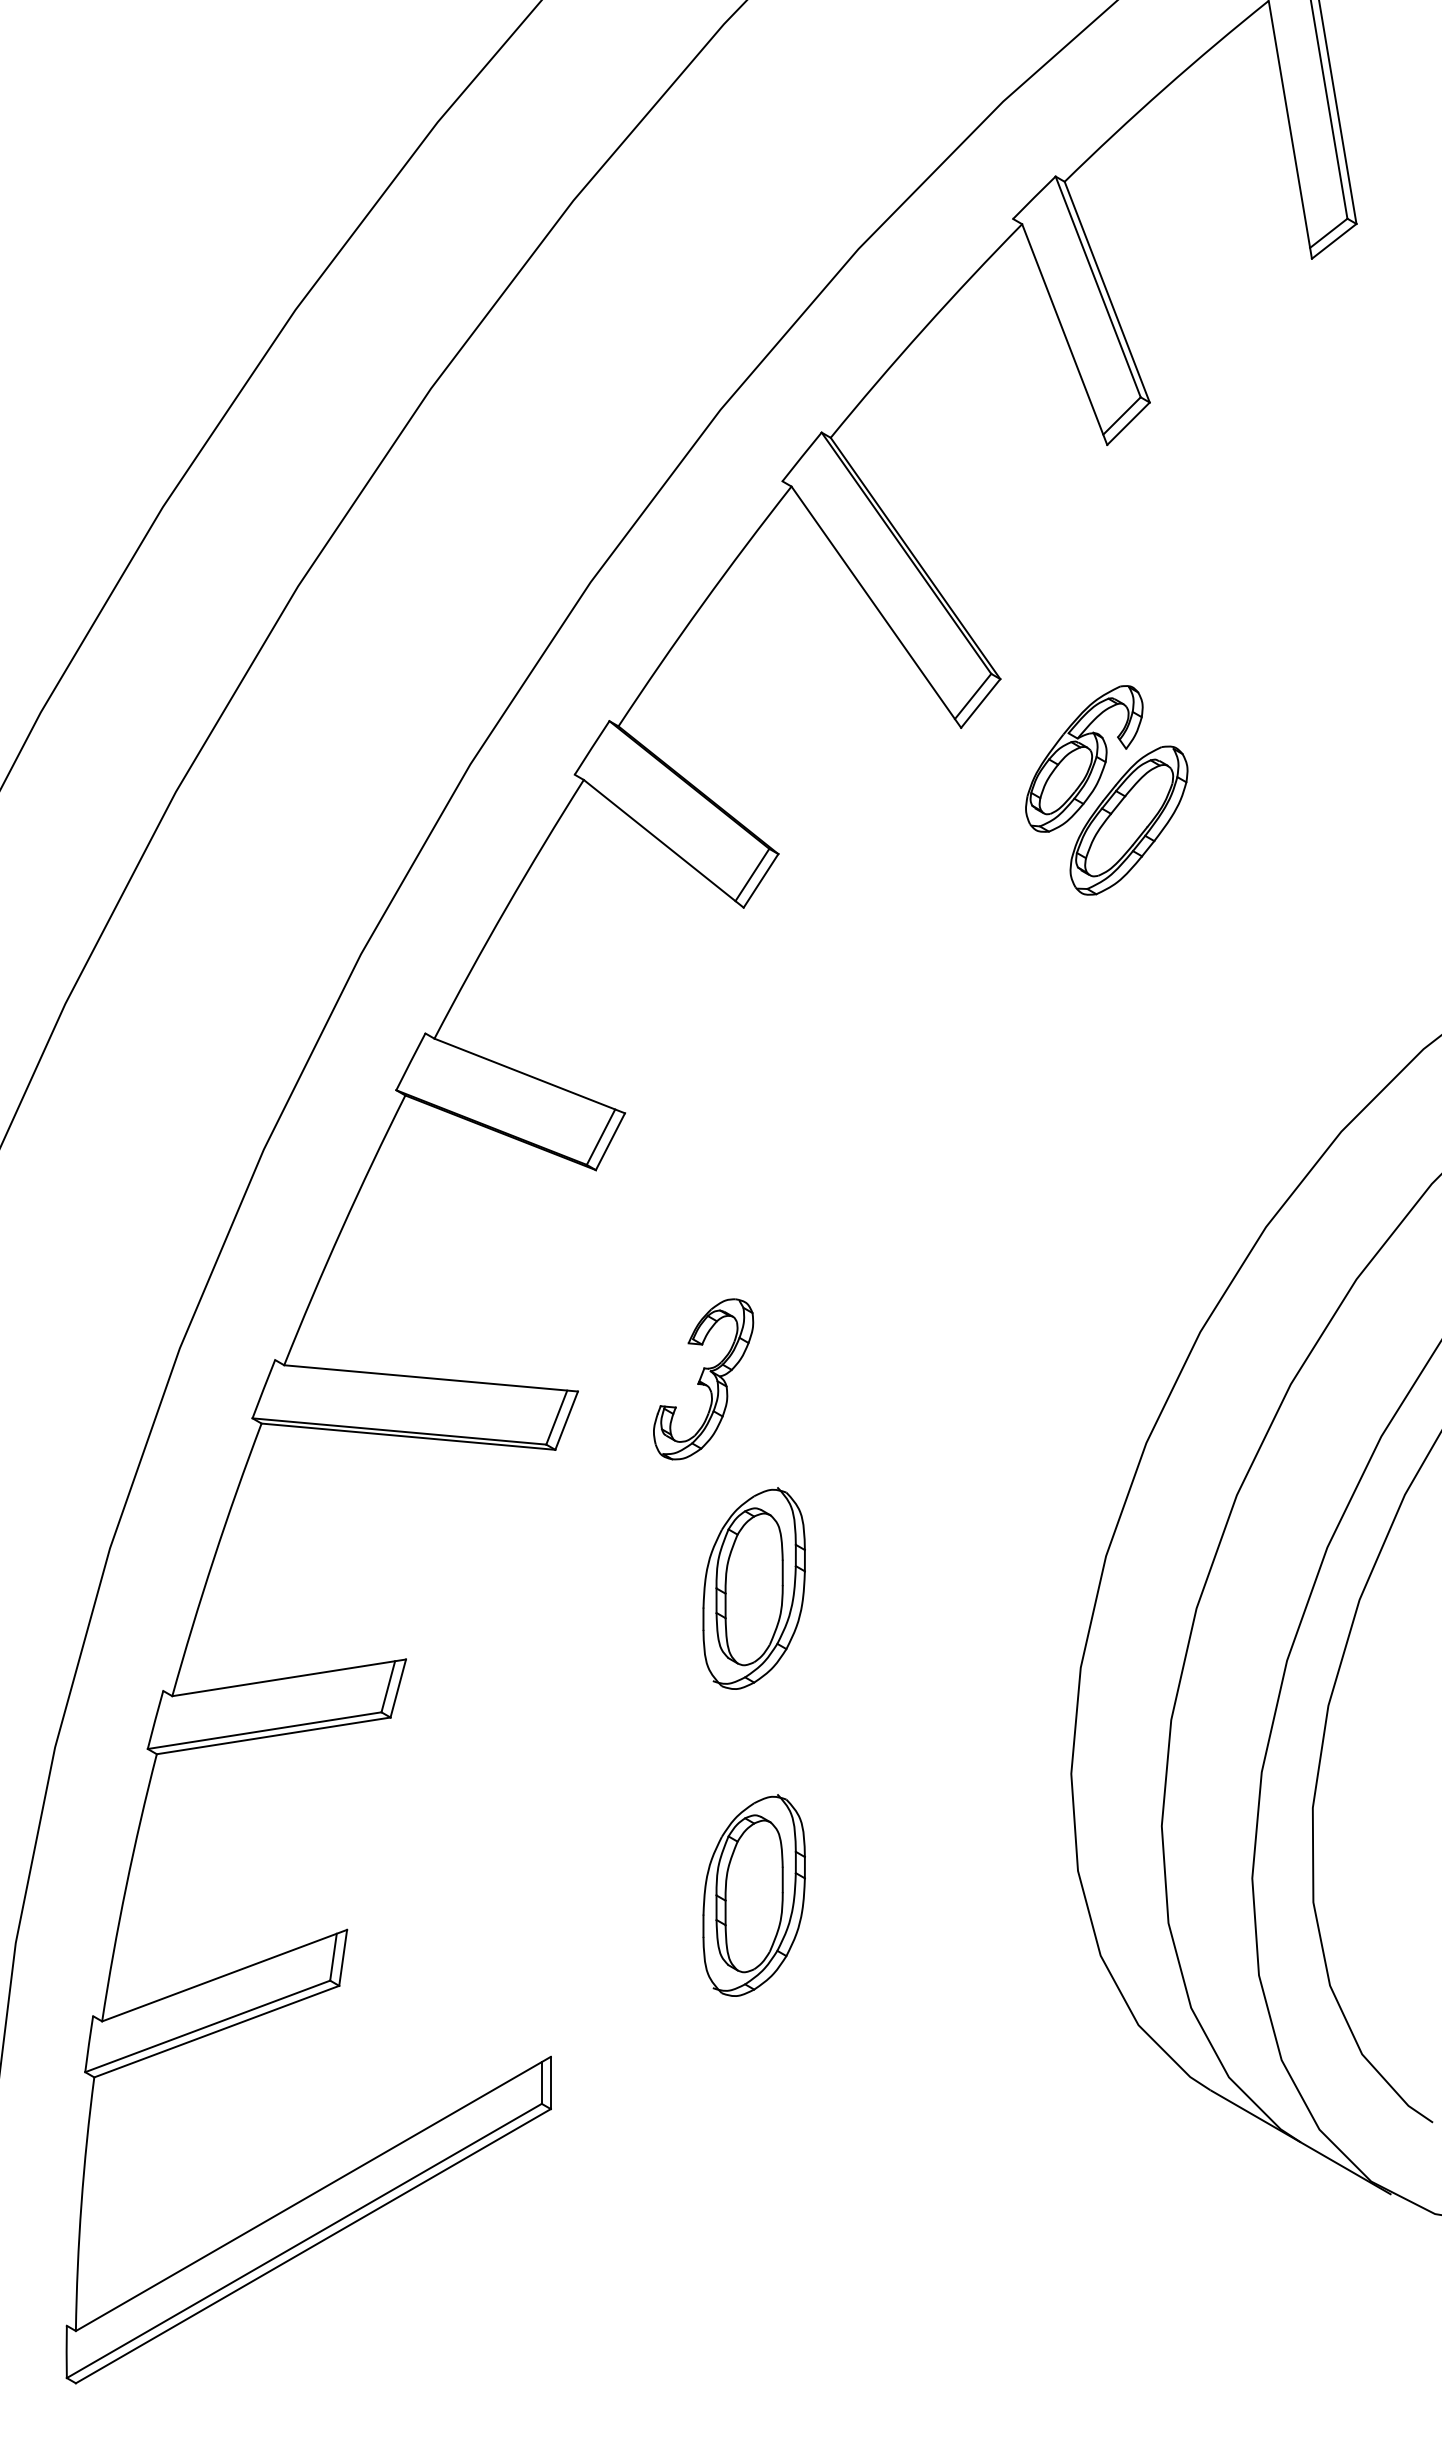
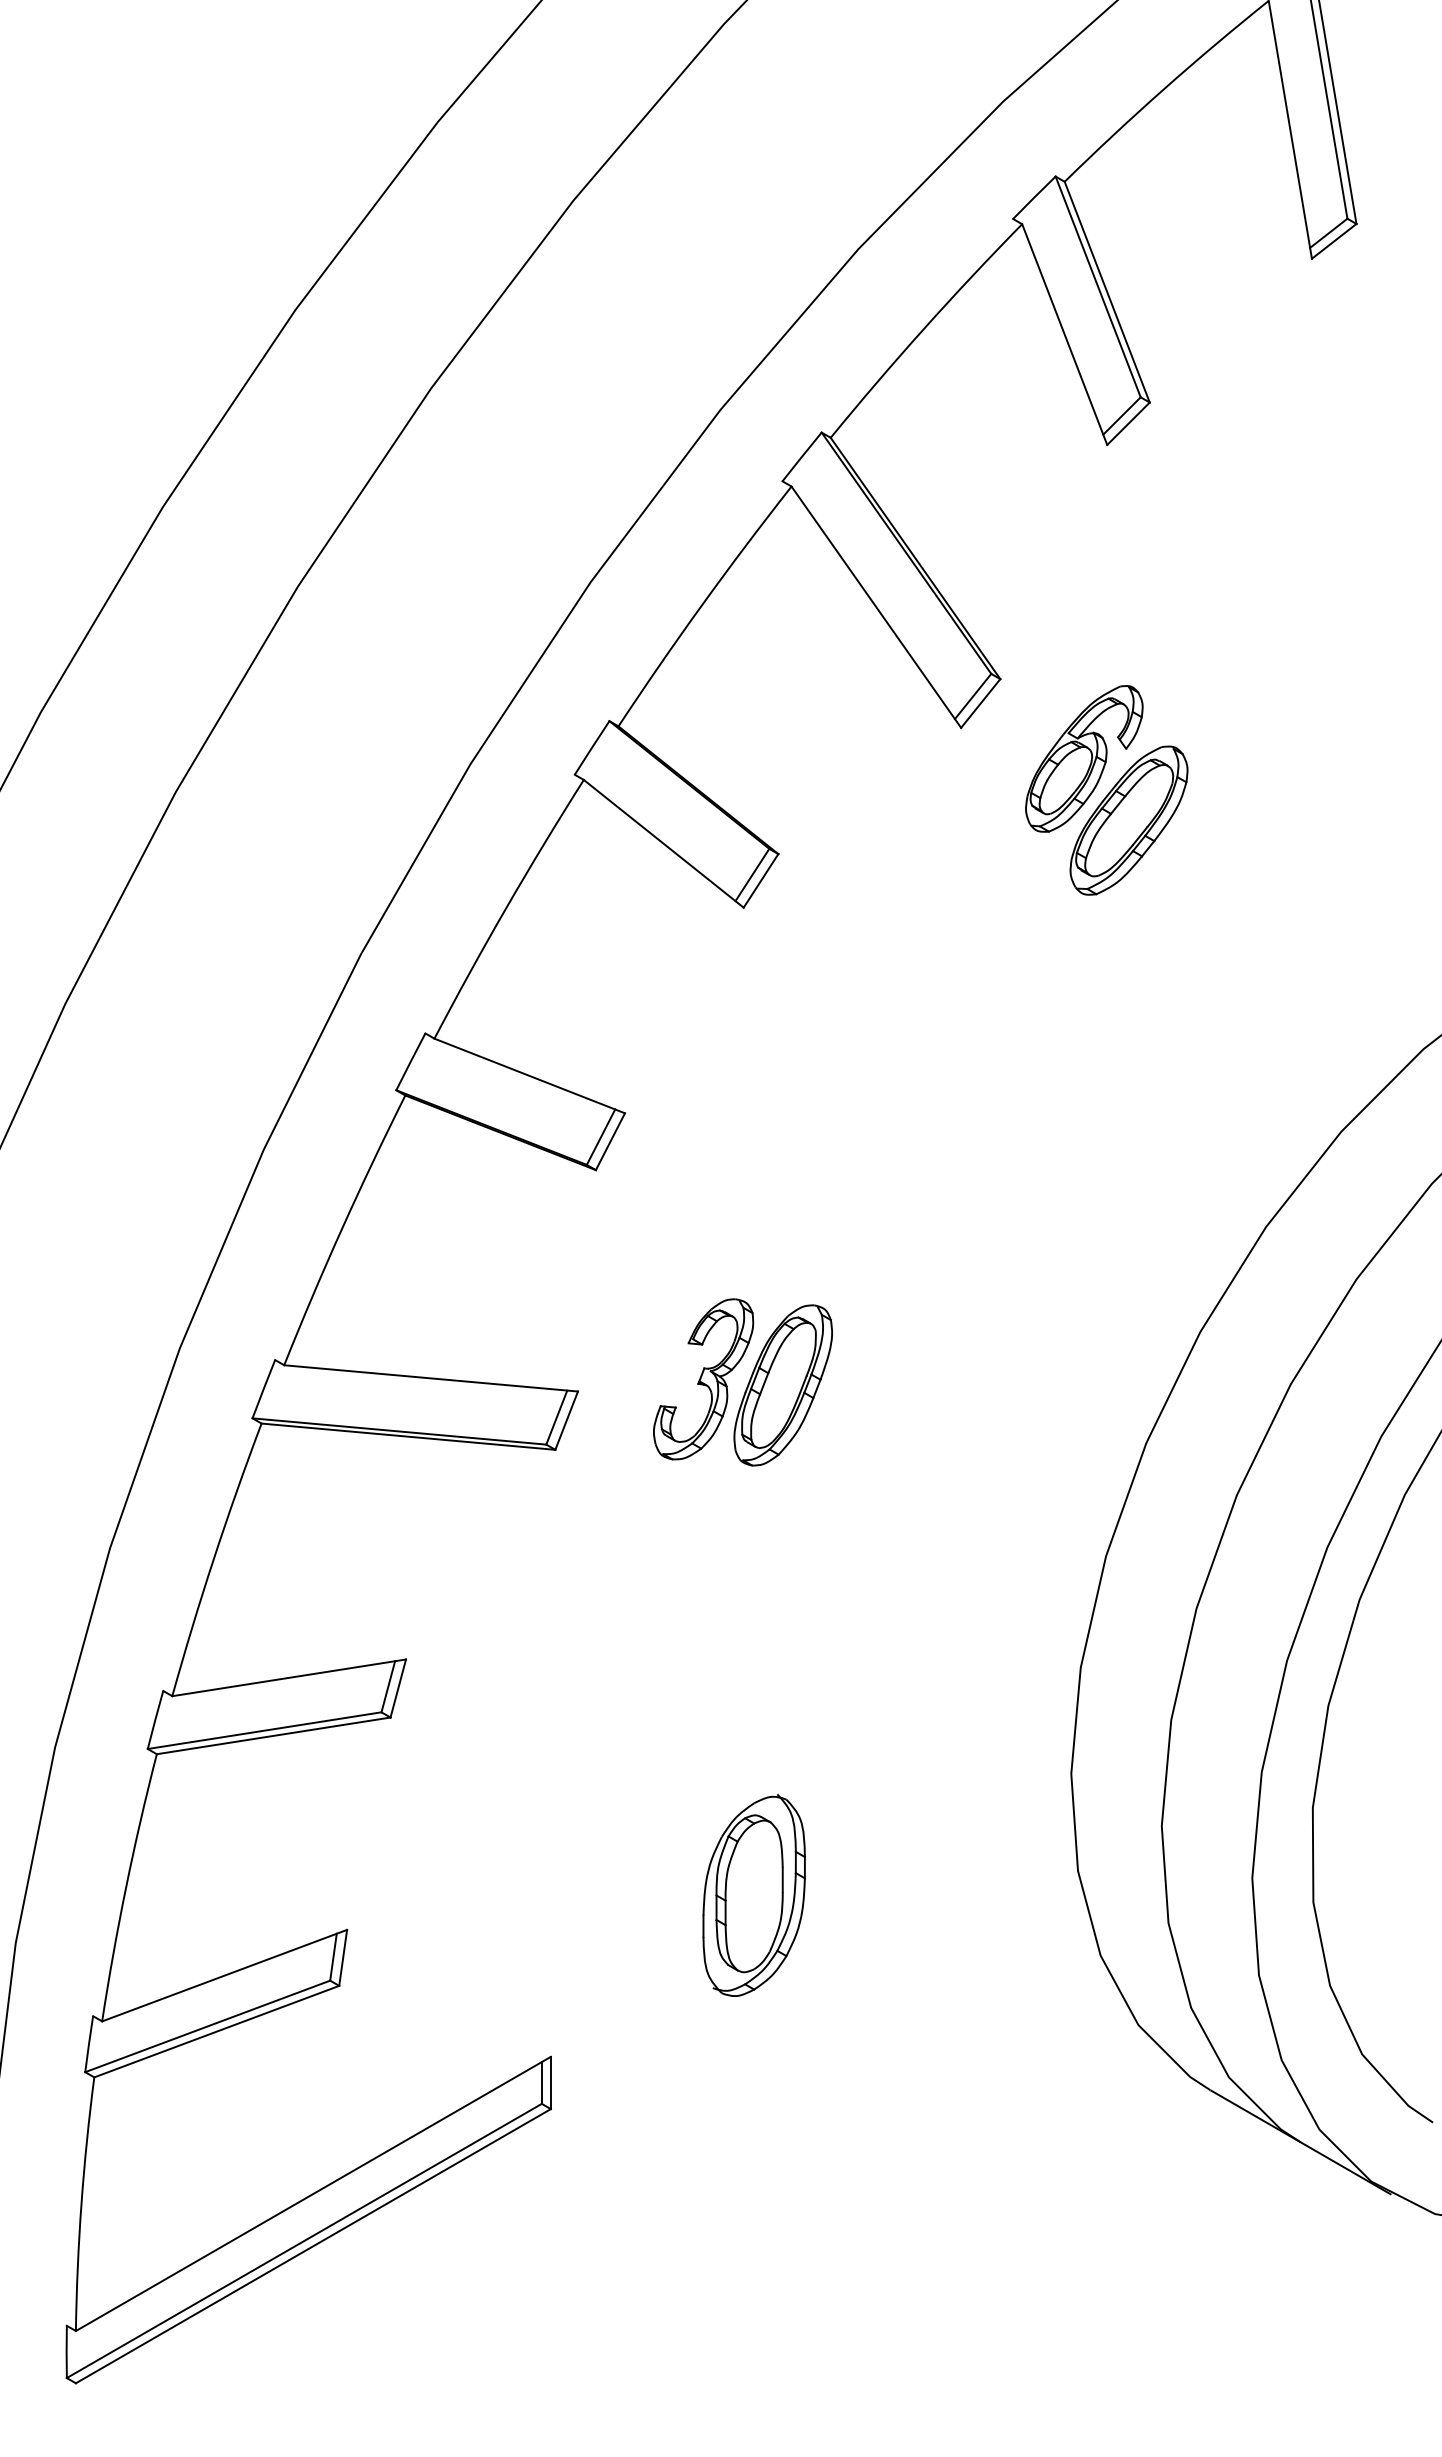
part at (782, 1385): none -> present
part at (753, 1588): present -> none
